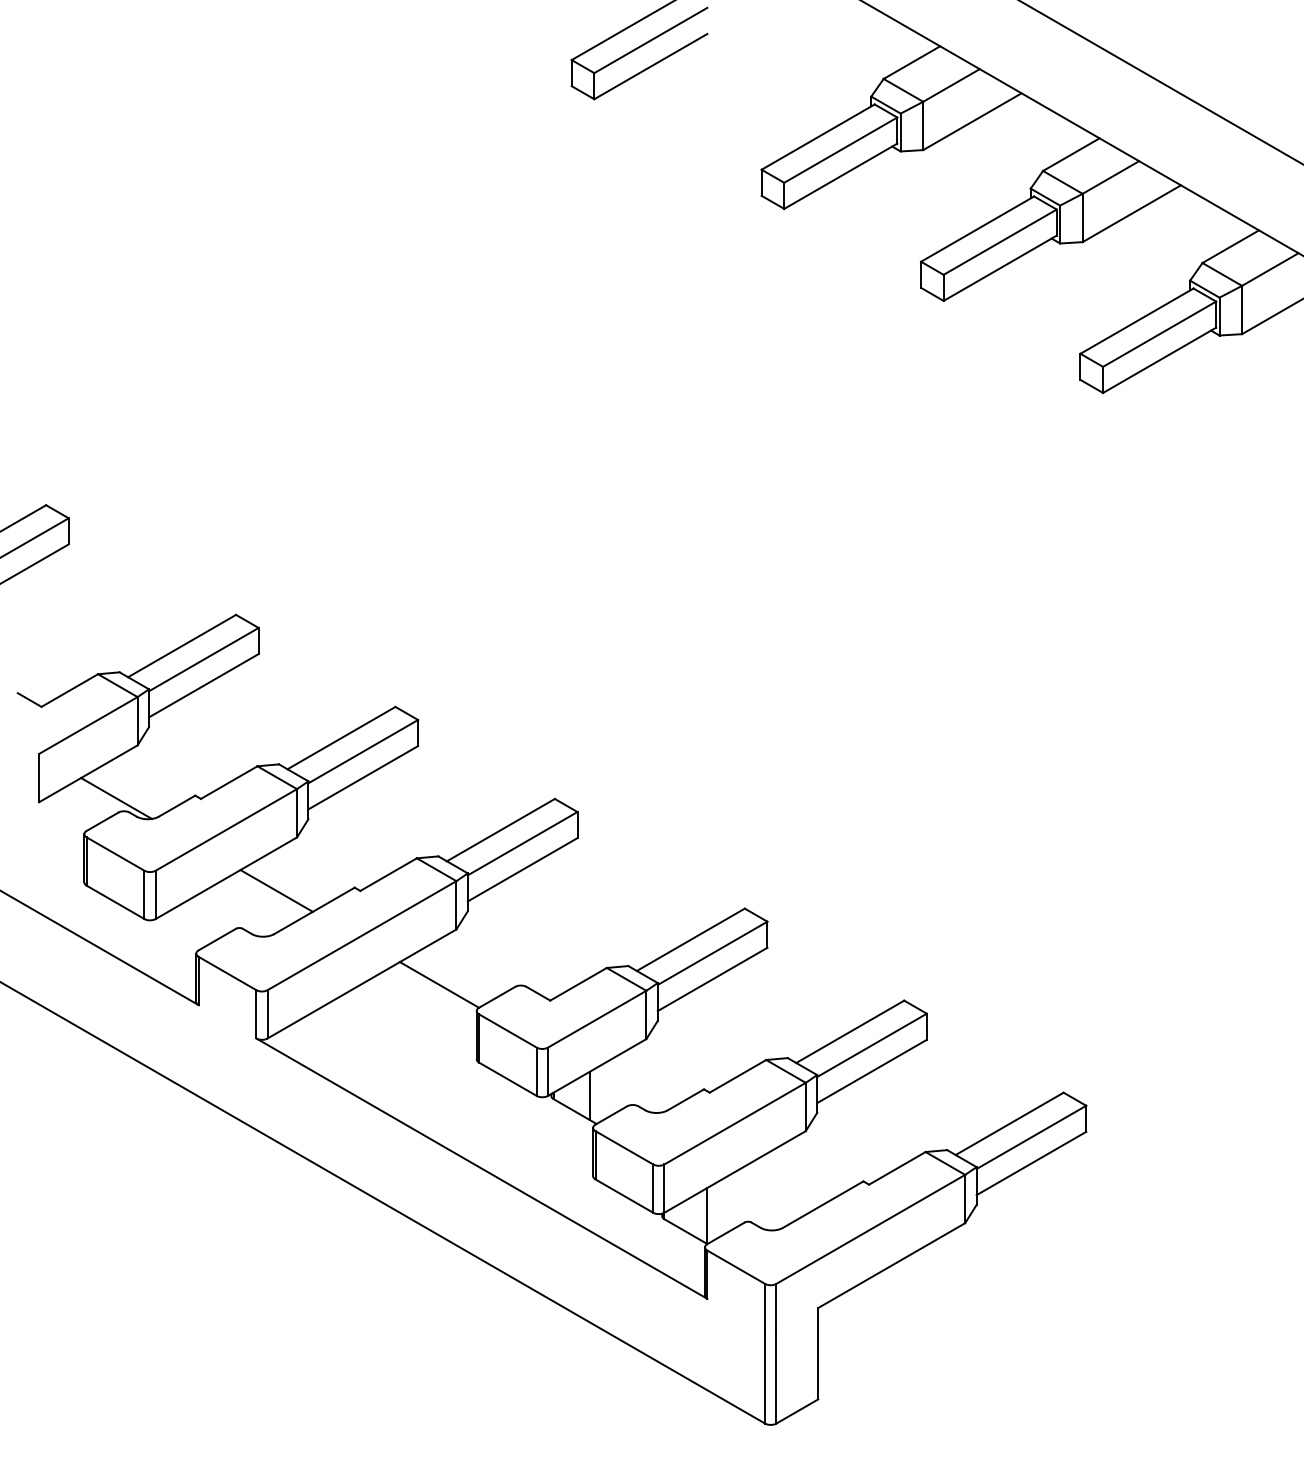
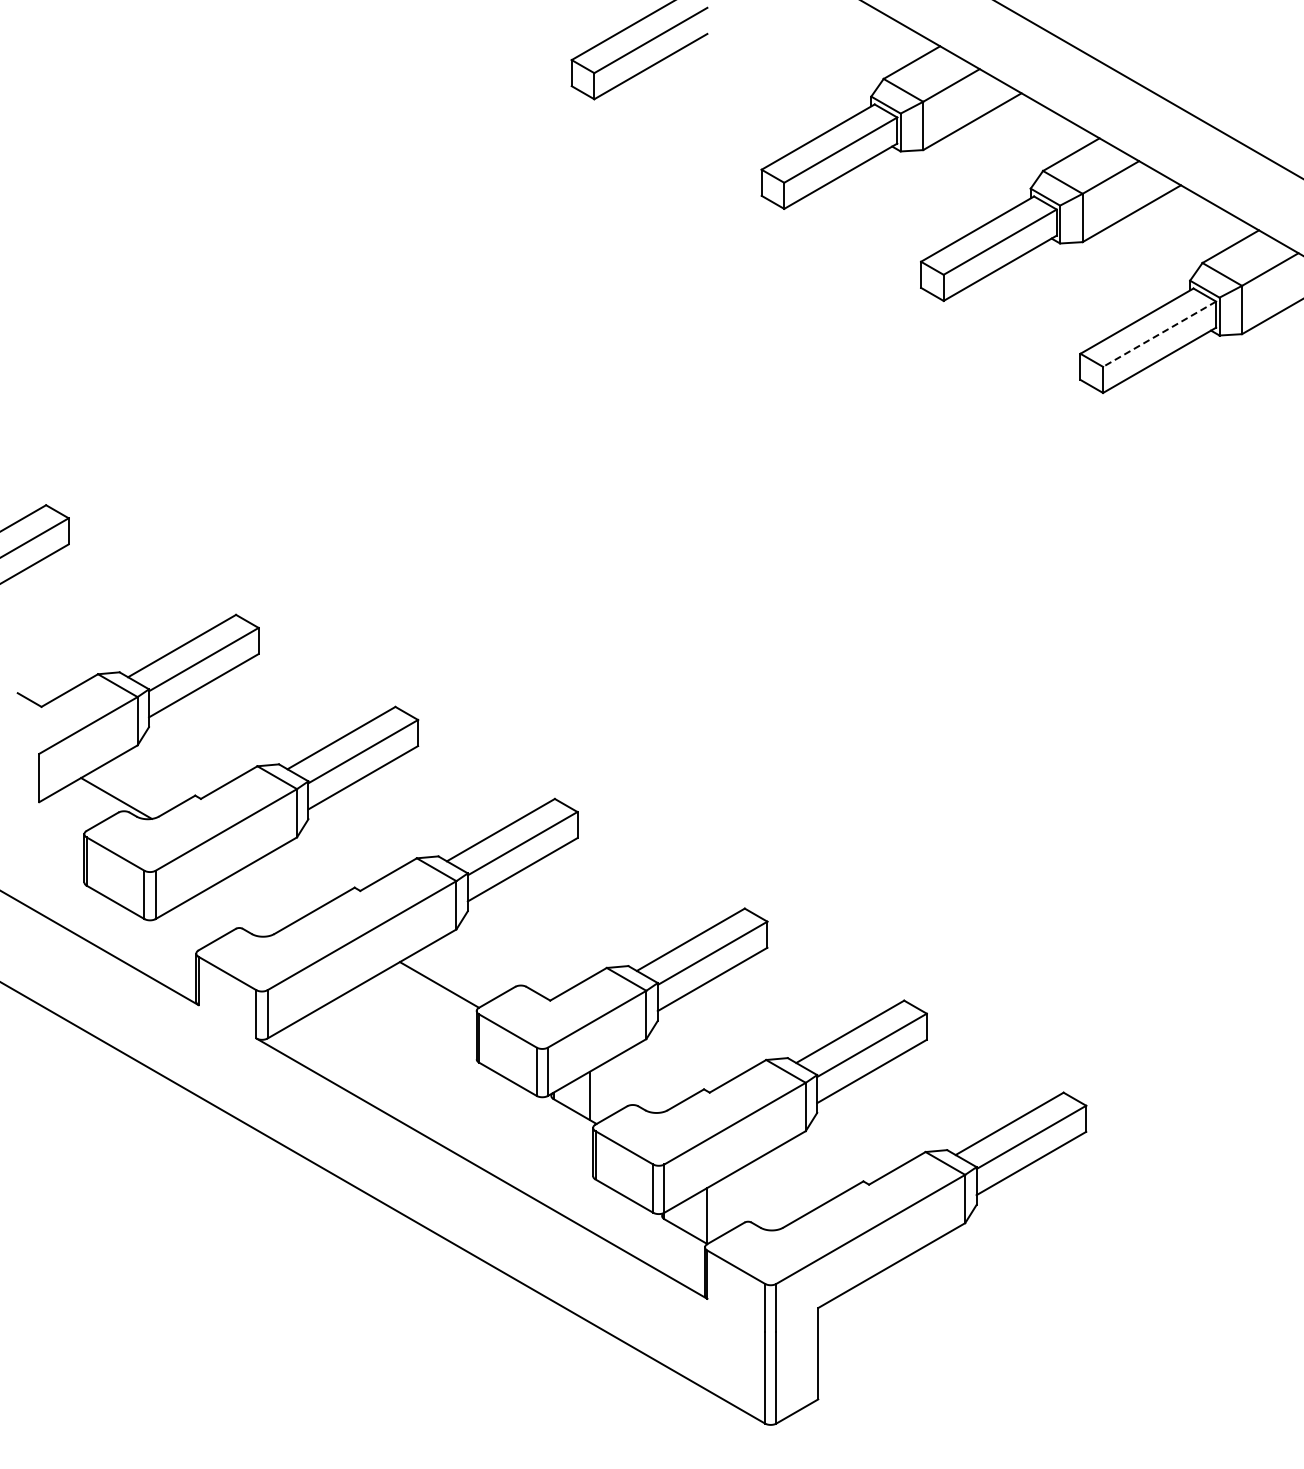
line at (1161, 82) position: (1161, 82) -> (1148, 89)
line at (1159, 334): solid -> dashed
line at (276, 890): present -> none
